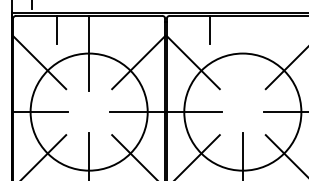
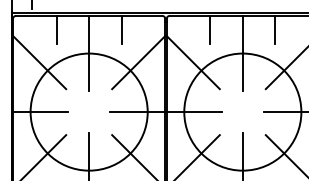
line at (121, 29): none -> present
line at (275, 29): none -> present
line at (242, 53): none -> present
